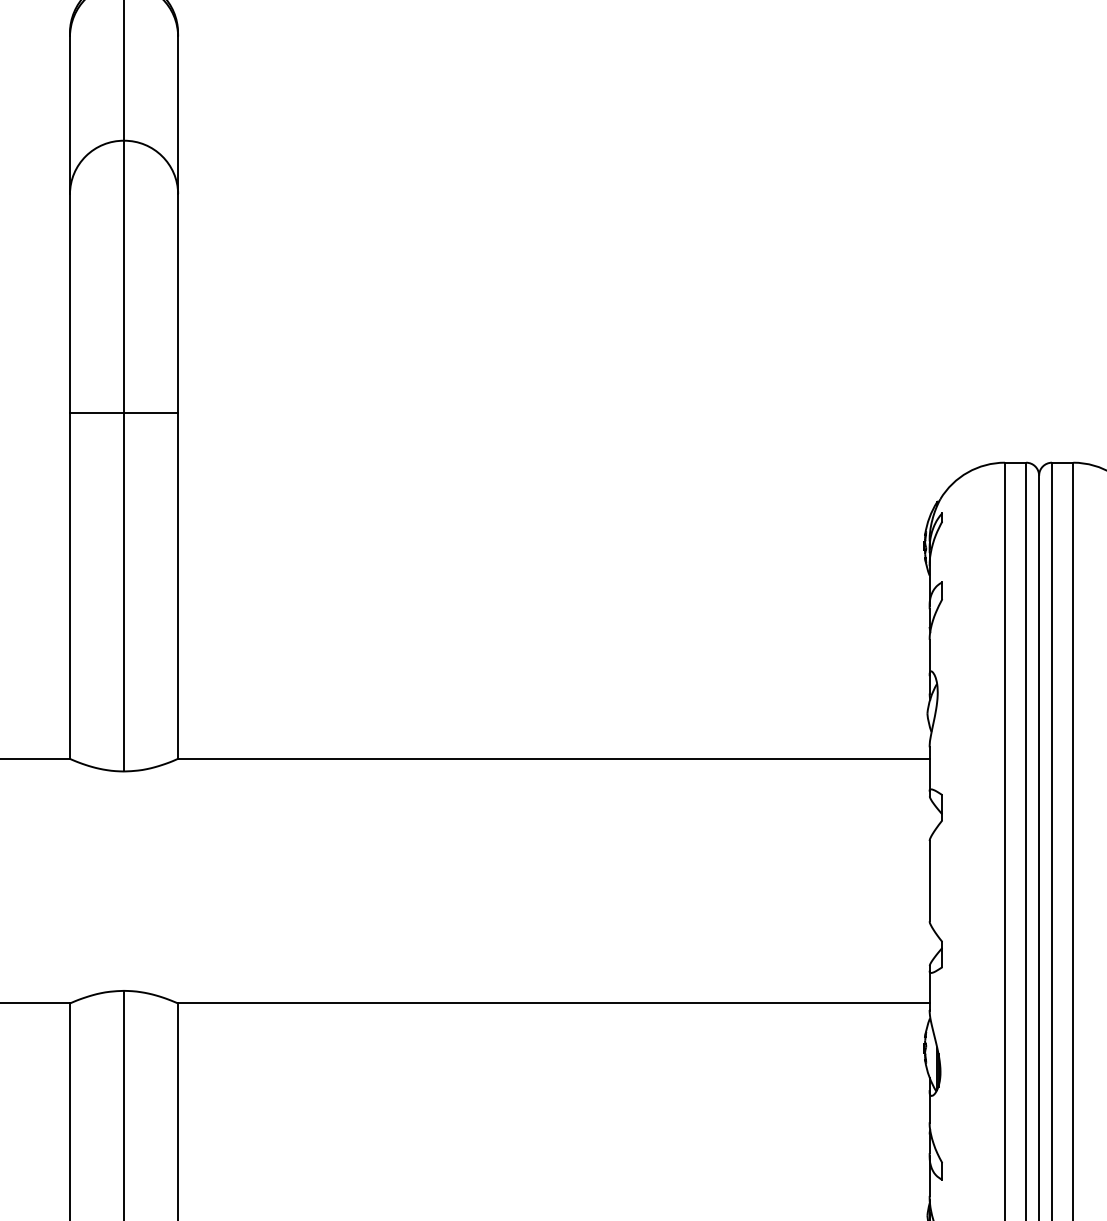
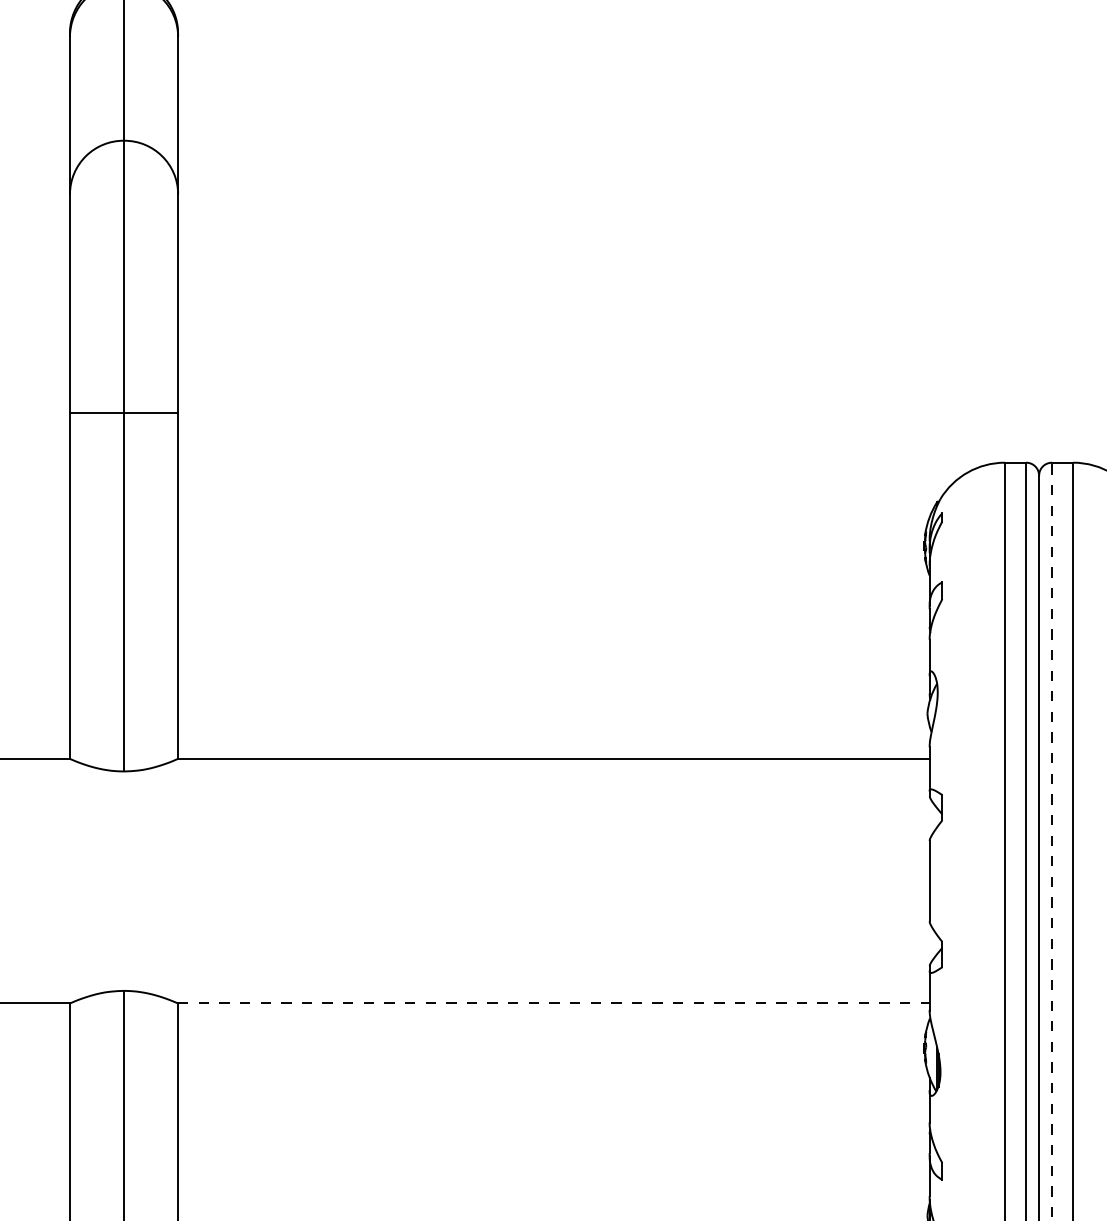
line at (1052, 841): solid -> dashed
line at (553, 1003): solid -> dashed
